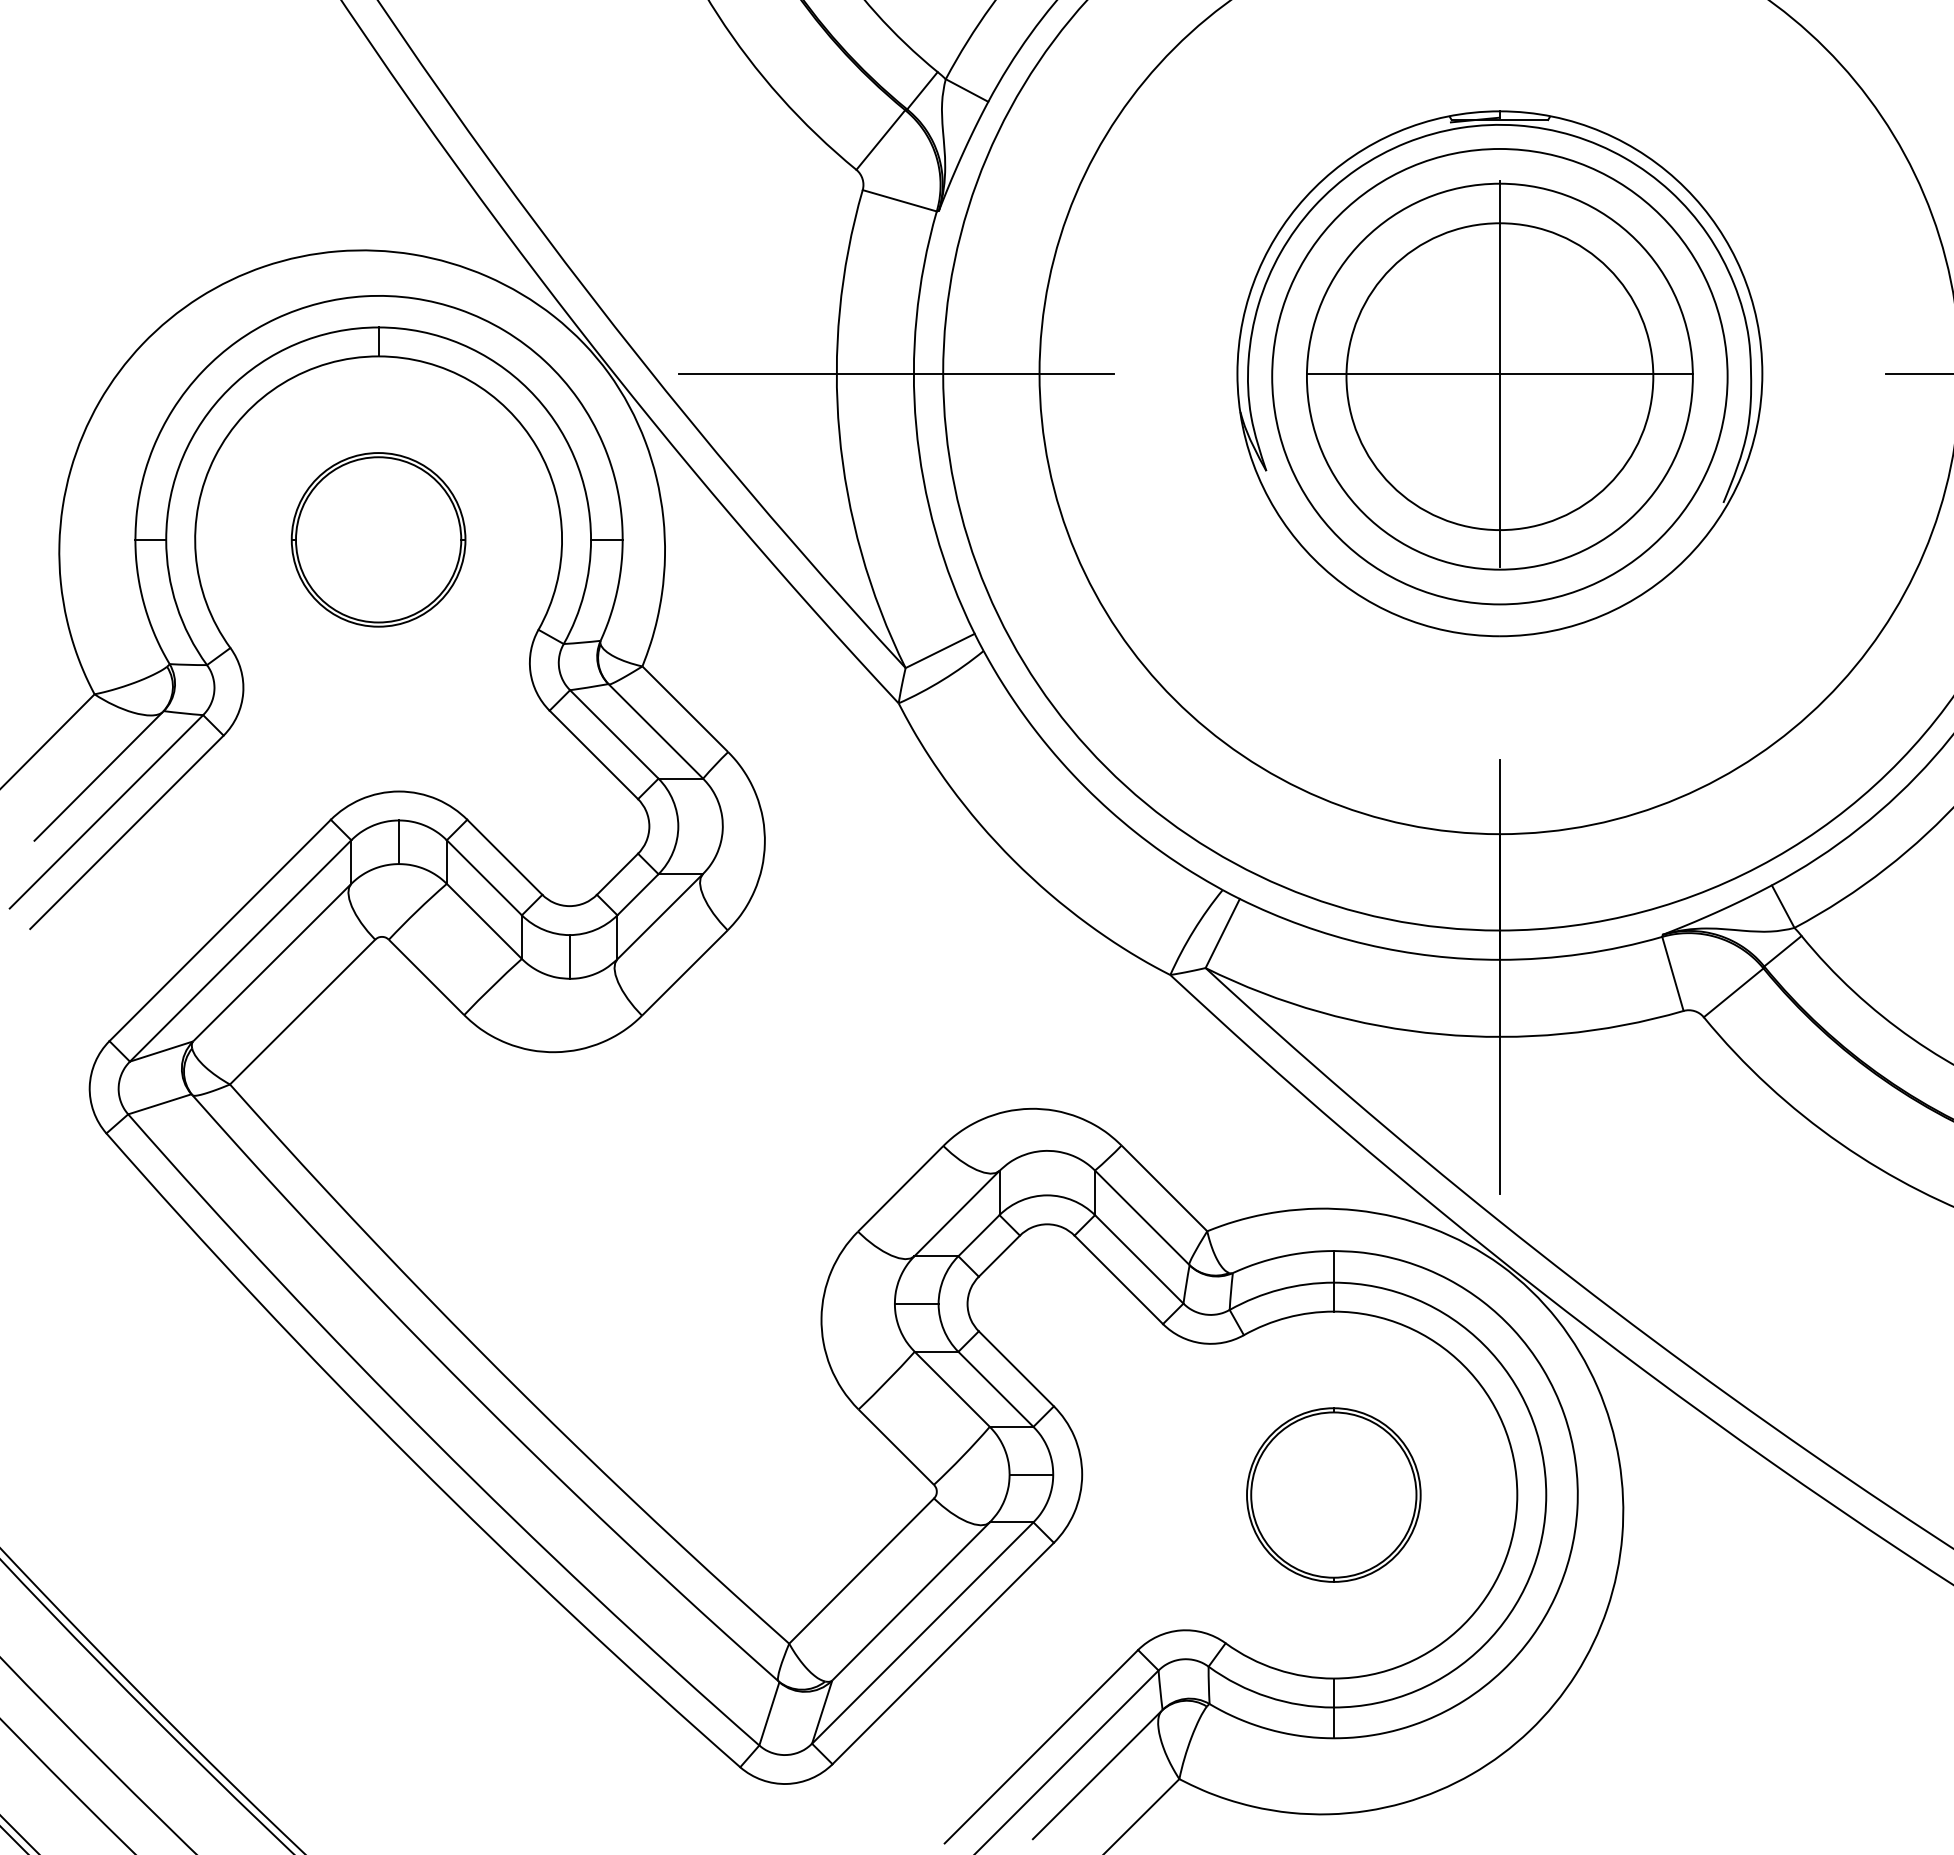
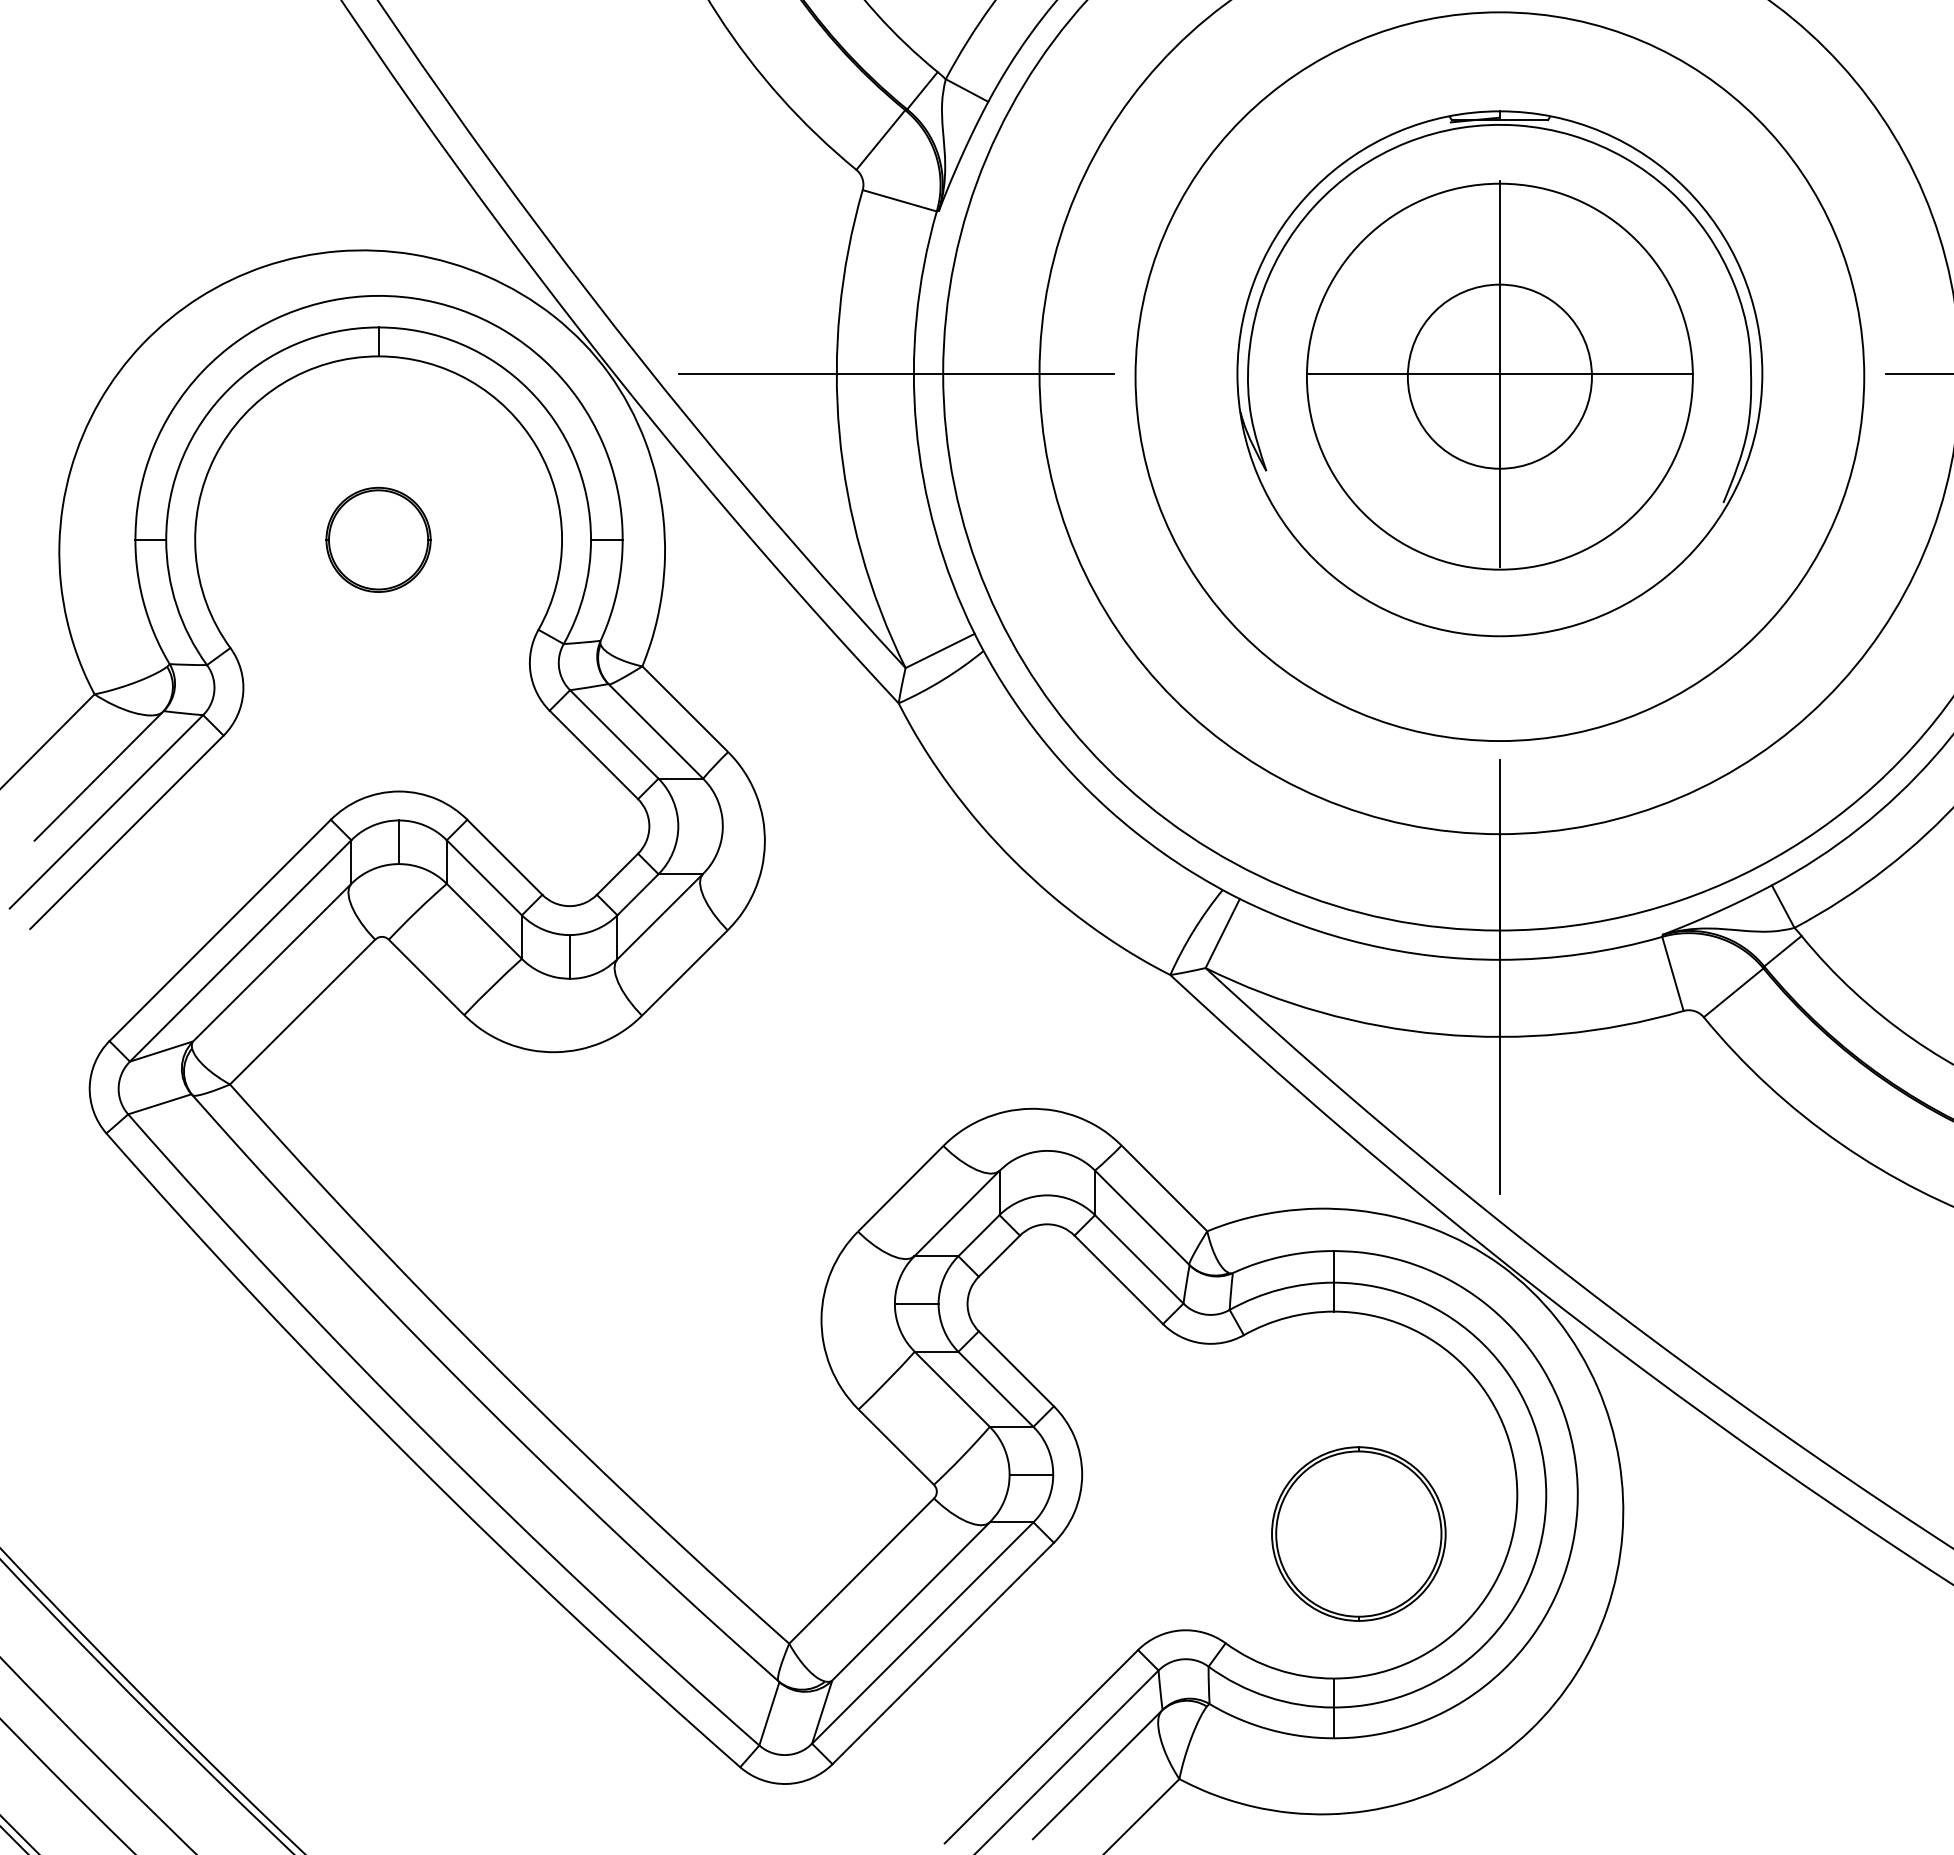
circle at (1499, 376) diameter: 307 px -> 184 px
circle at (1499, 376) diameter: 455 px -> 729 px
part at (378, 539) size: 177x176 px -> 107x107 px
part at (1333, 1494) position: (1333, 1494) -> (1358, 1533)
